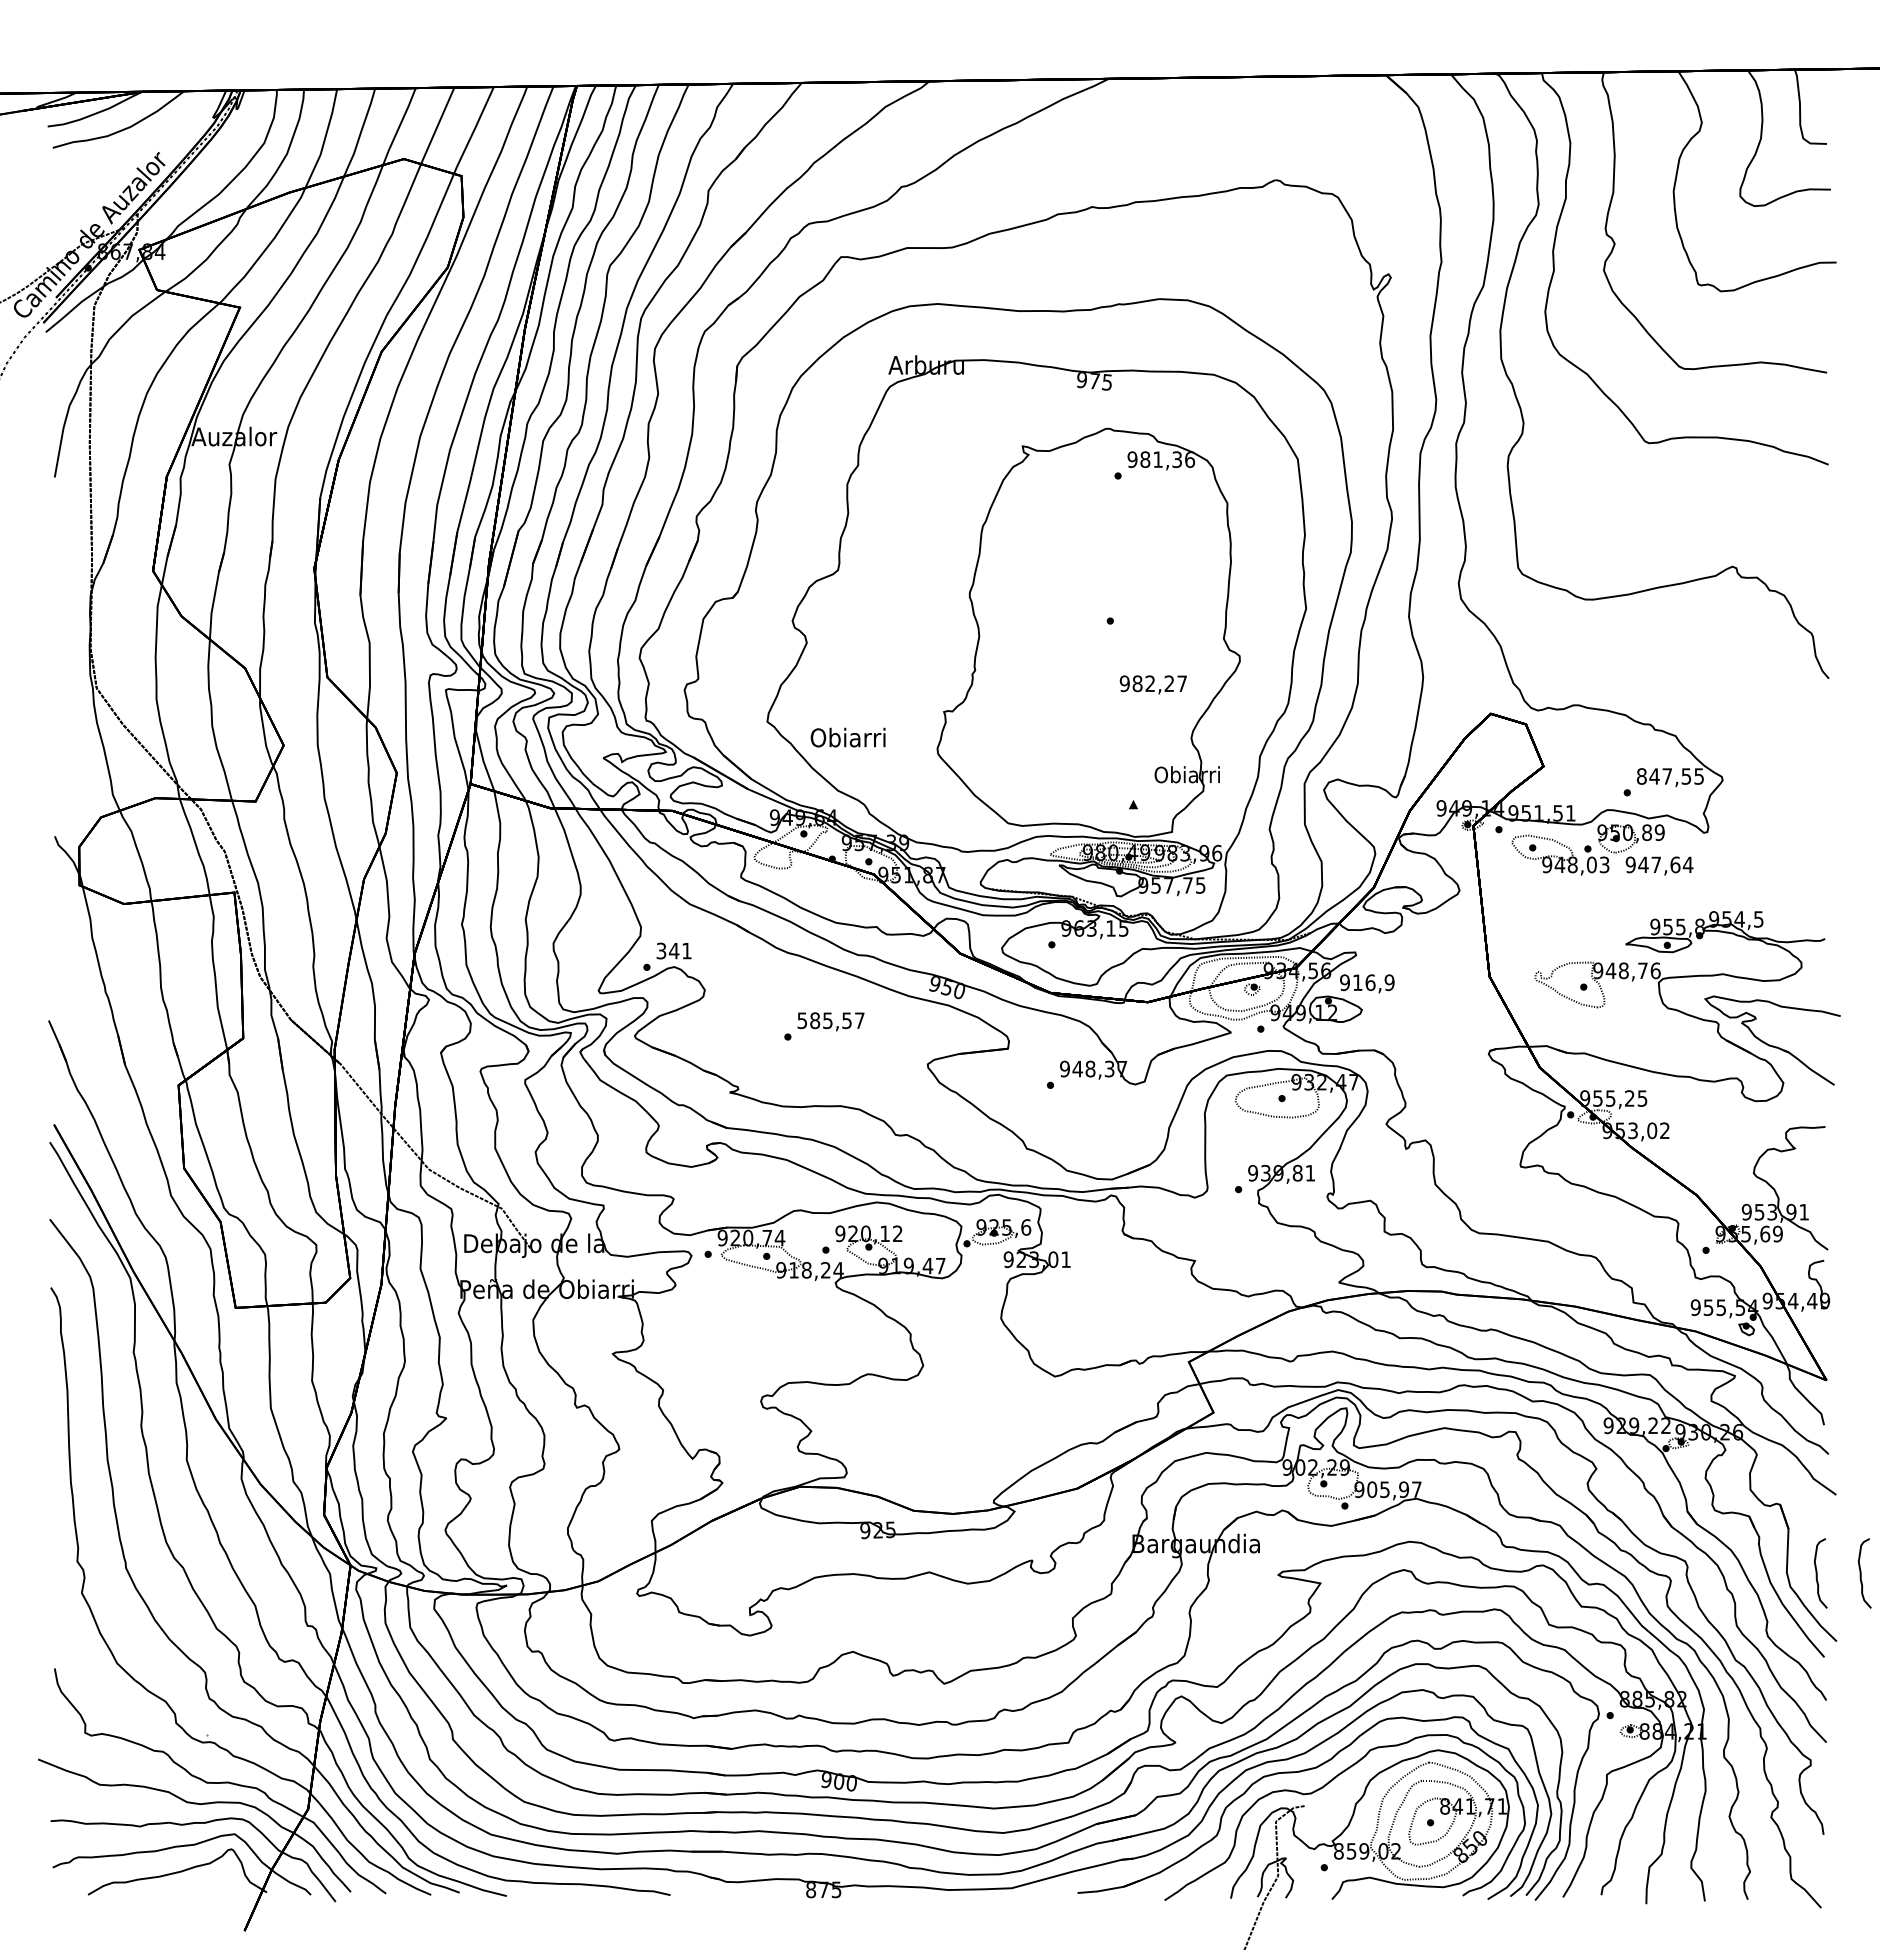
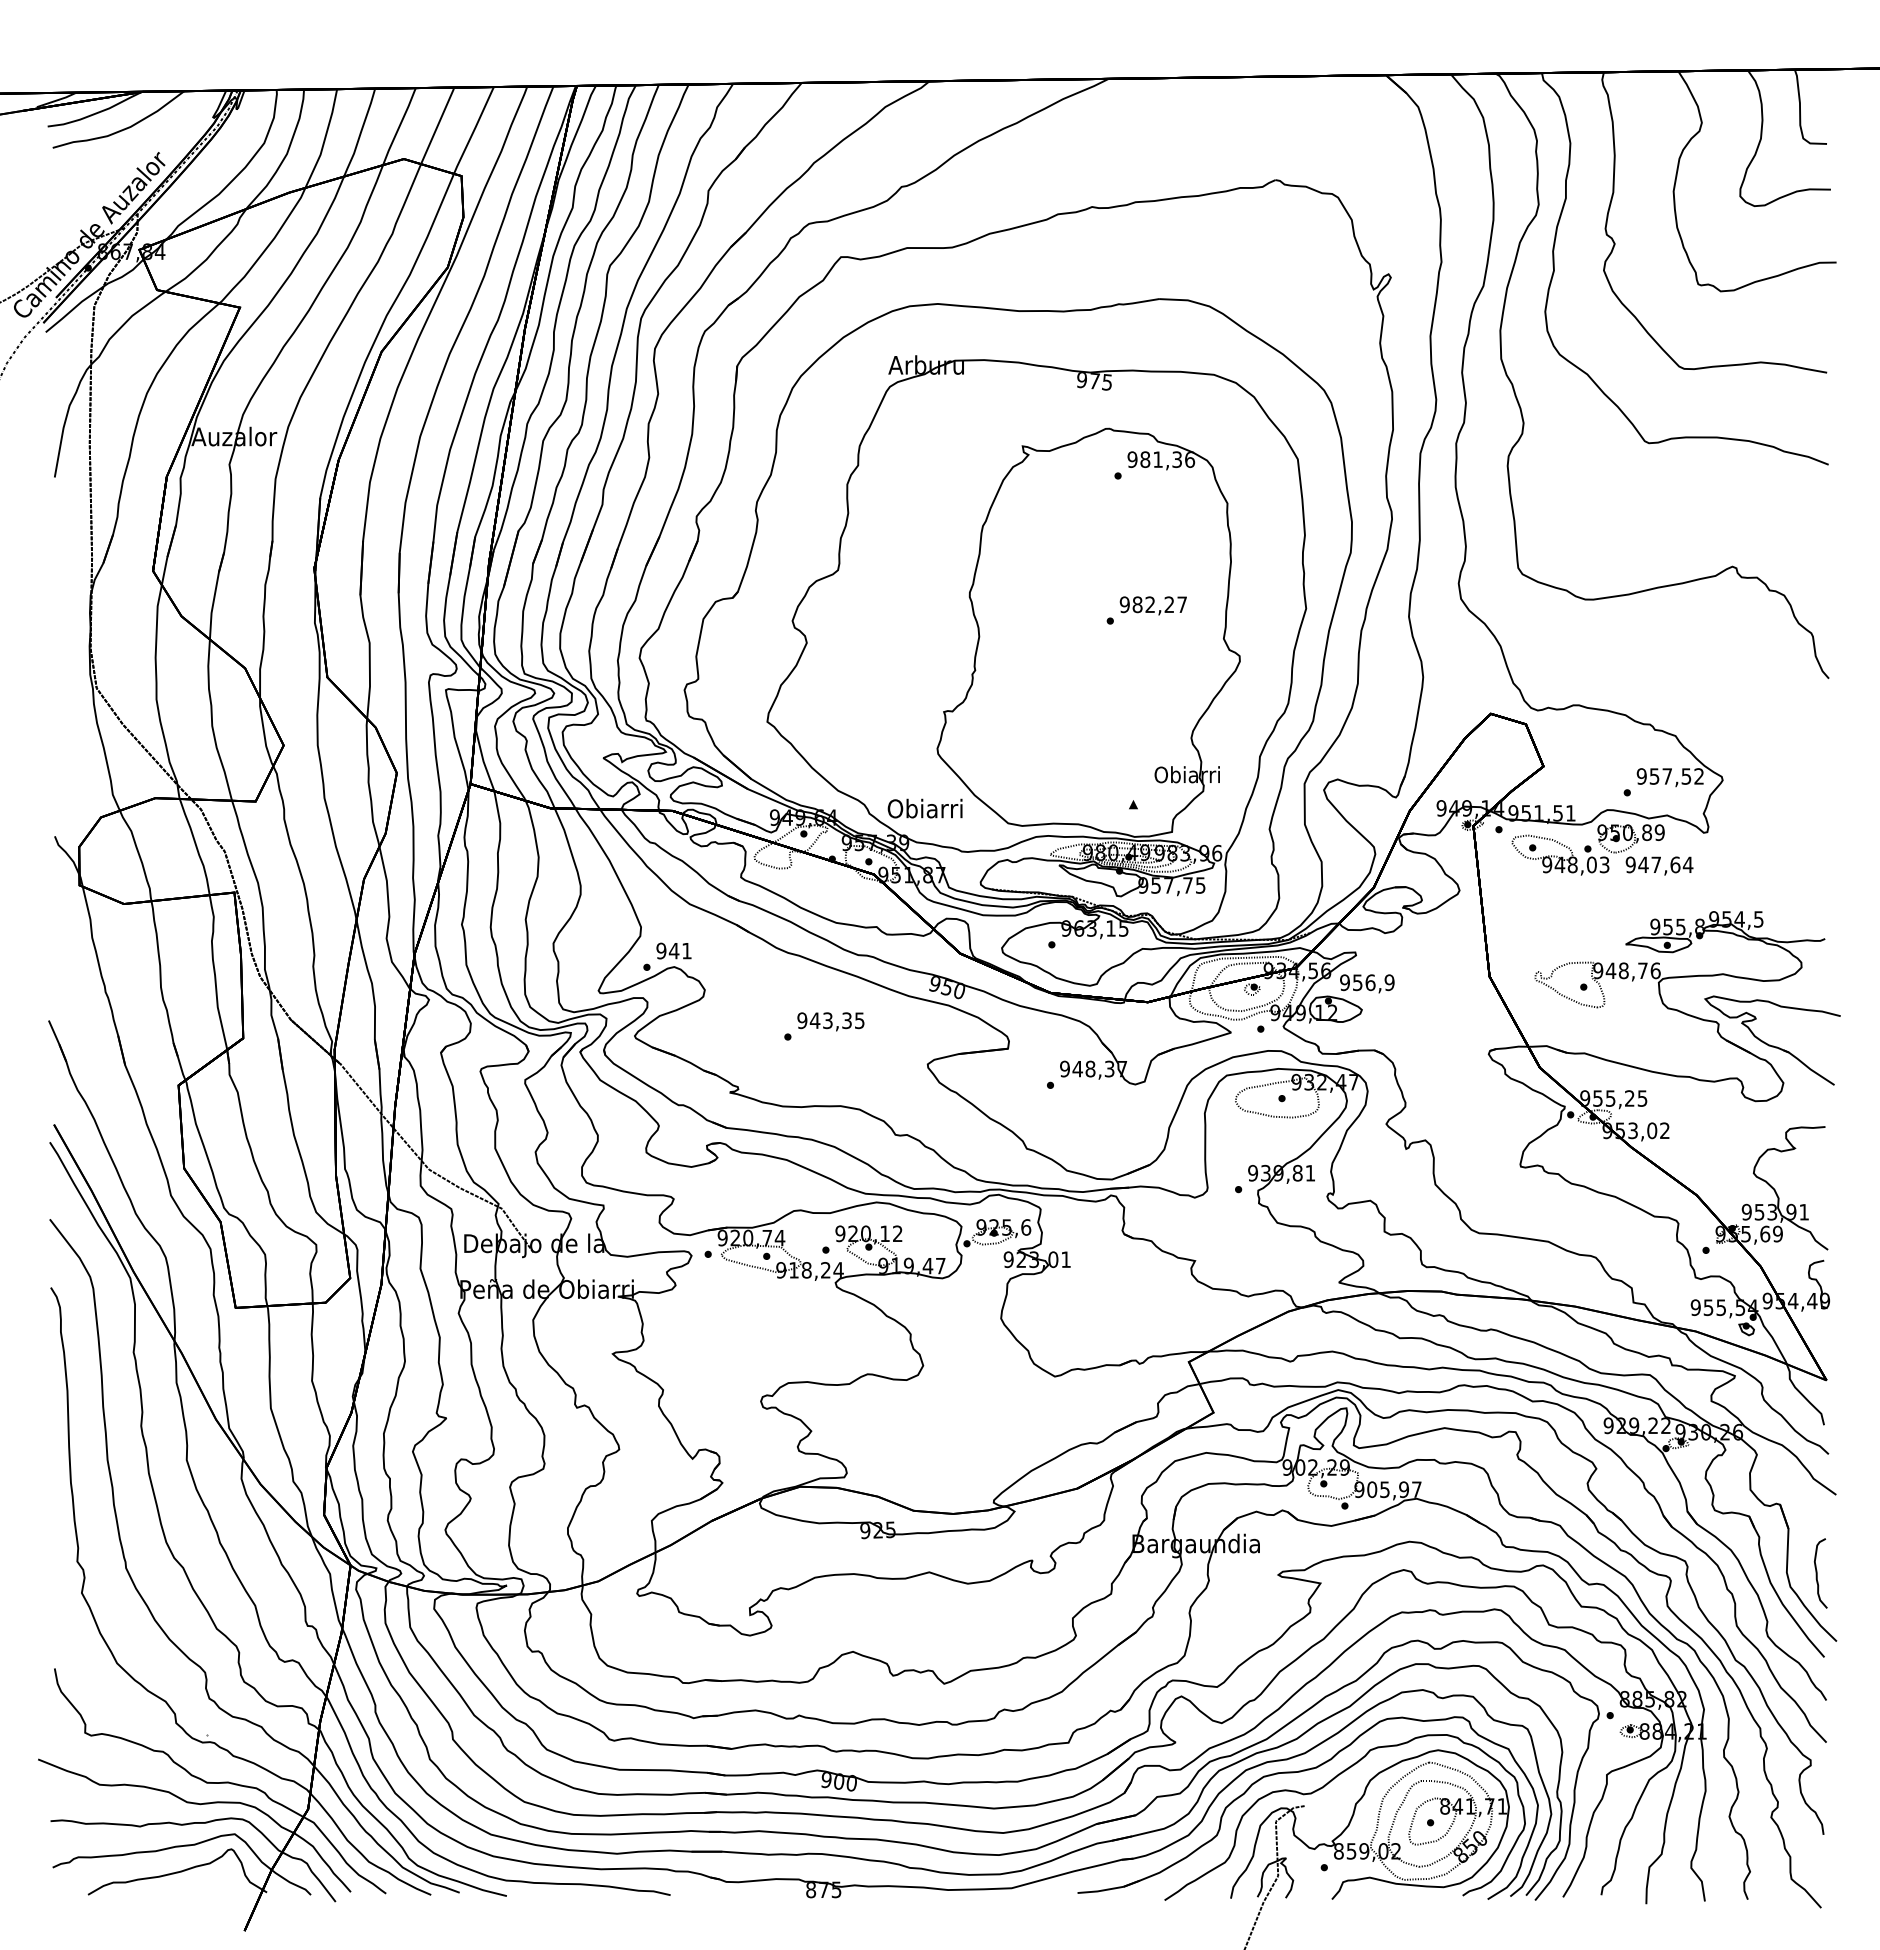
text at (1152, 684) position: (1152, 684) -> (1152, 605)
text at (847, 737) position: (847, 737) -> (924, 808)
text at (1669, 776): 847,55 -> 957,52
text at (661, 950): 341 -> 941
text at (1357, 982): 916,9 -> 956,9
text at (830, 1020): 585,57 -> 943,35
curve at (1861, 1573): present -> none
